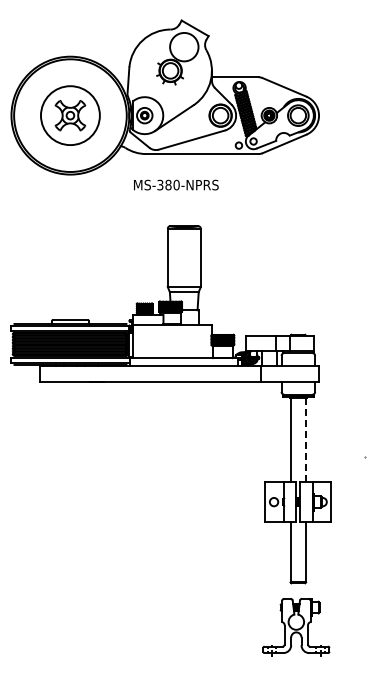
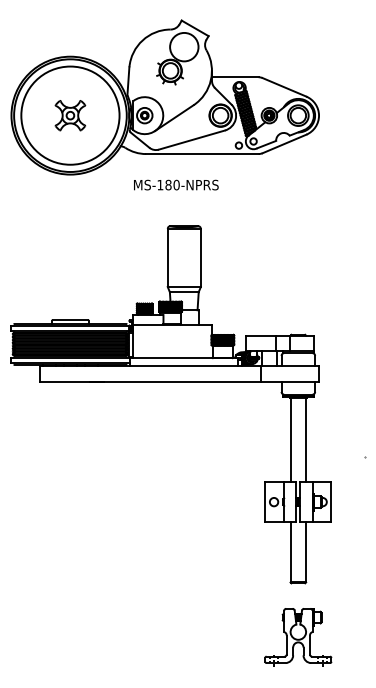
circle at (69, 115) diameter: 59 px -> 98 px
text at (160, 184): MS-380-NPRS -> MS-180-NPRS
line at (306, 439): dashed -> solid
part at (296, 627) position: (296, 627) -> (298, 637)
